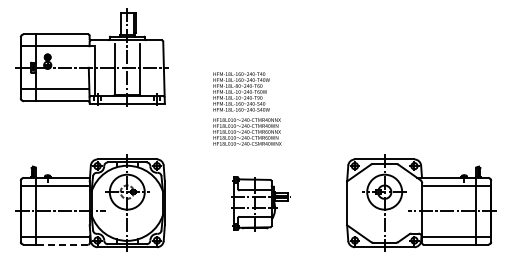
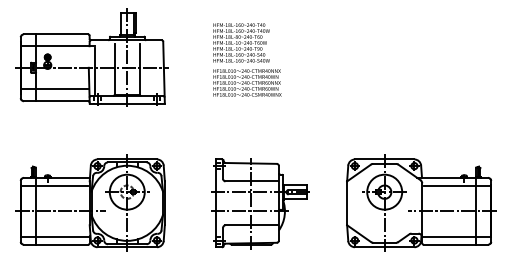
text at (247, 108) position: (247, 108) -> (247, 59)
part at (260, 203) size: 60x56 px -> 99x92 px
line at (61, 244): dashed -> solid
